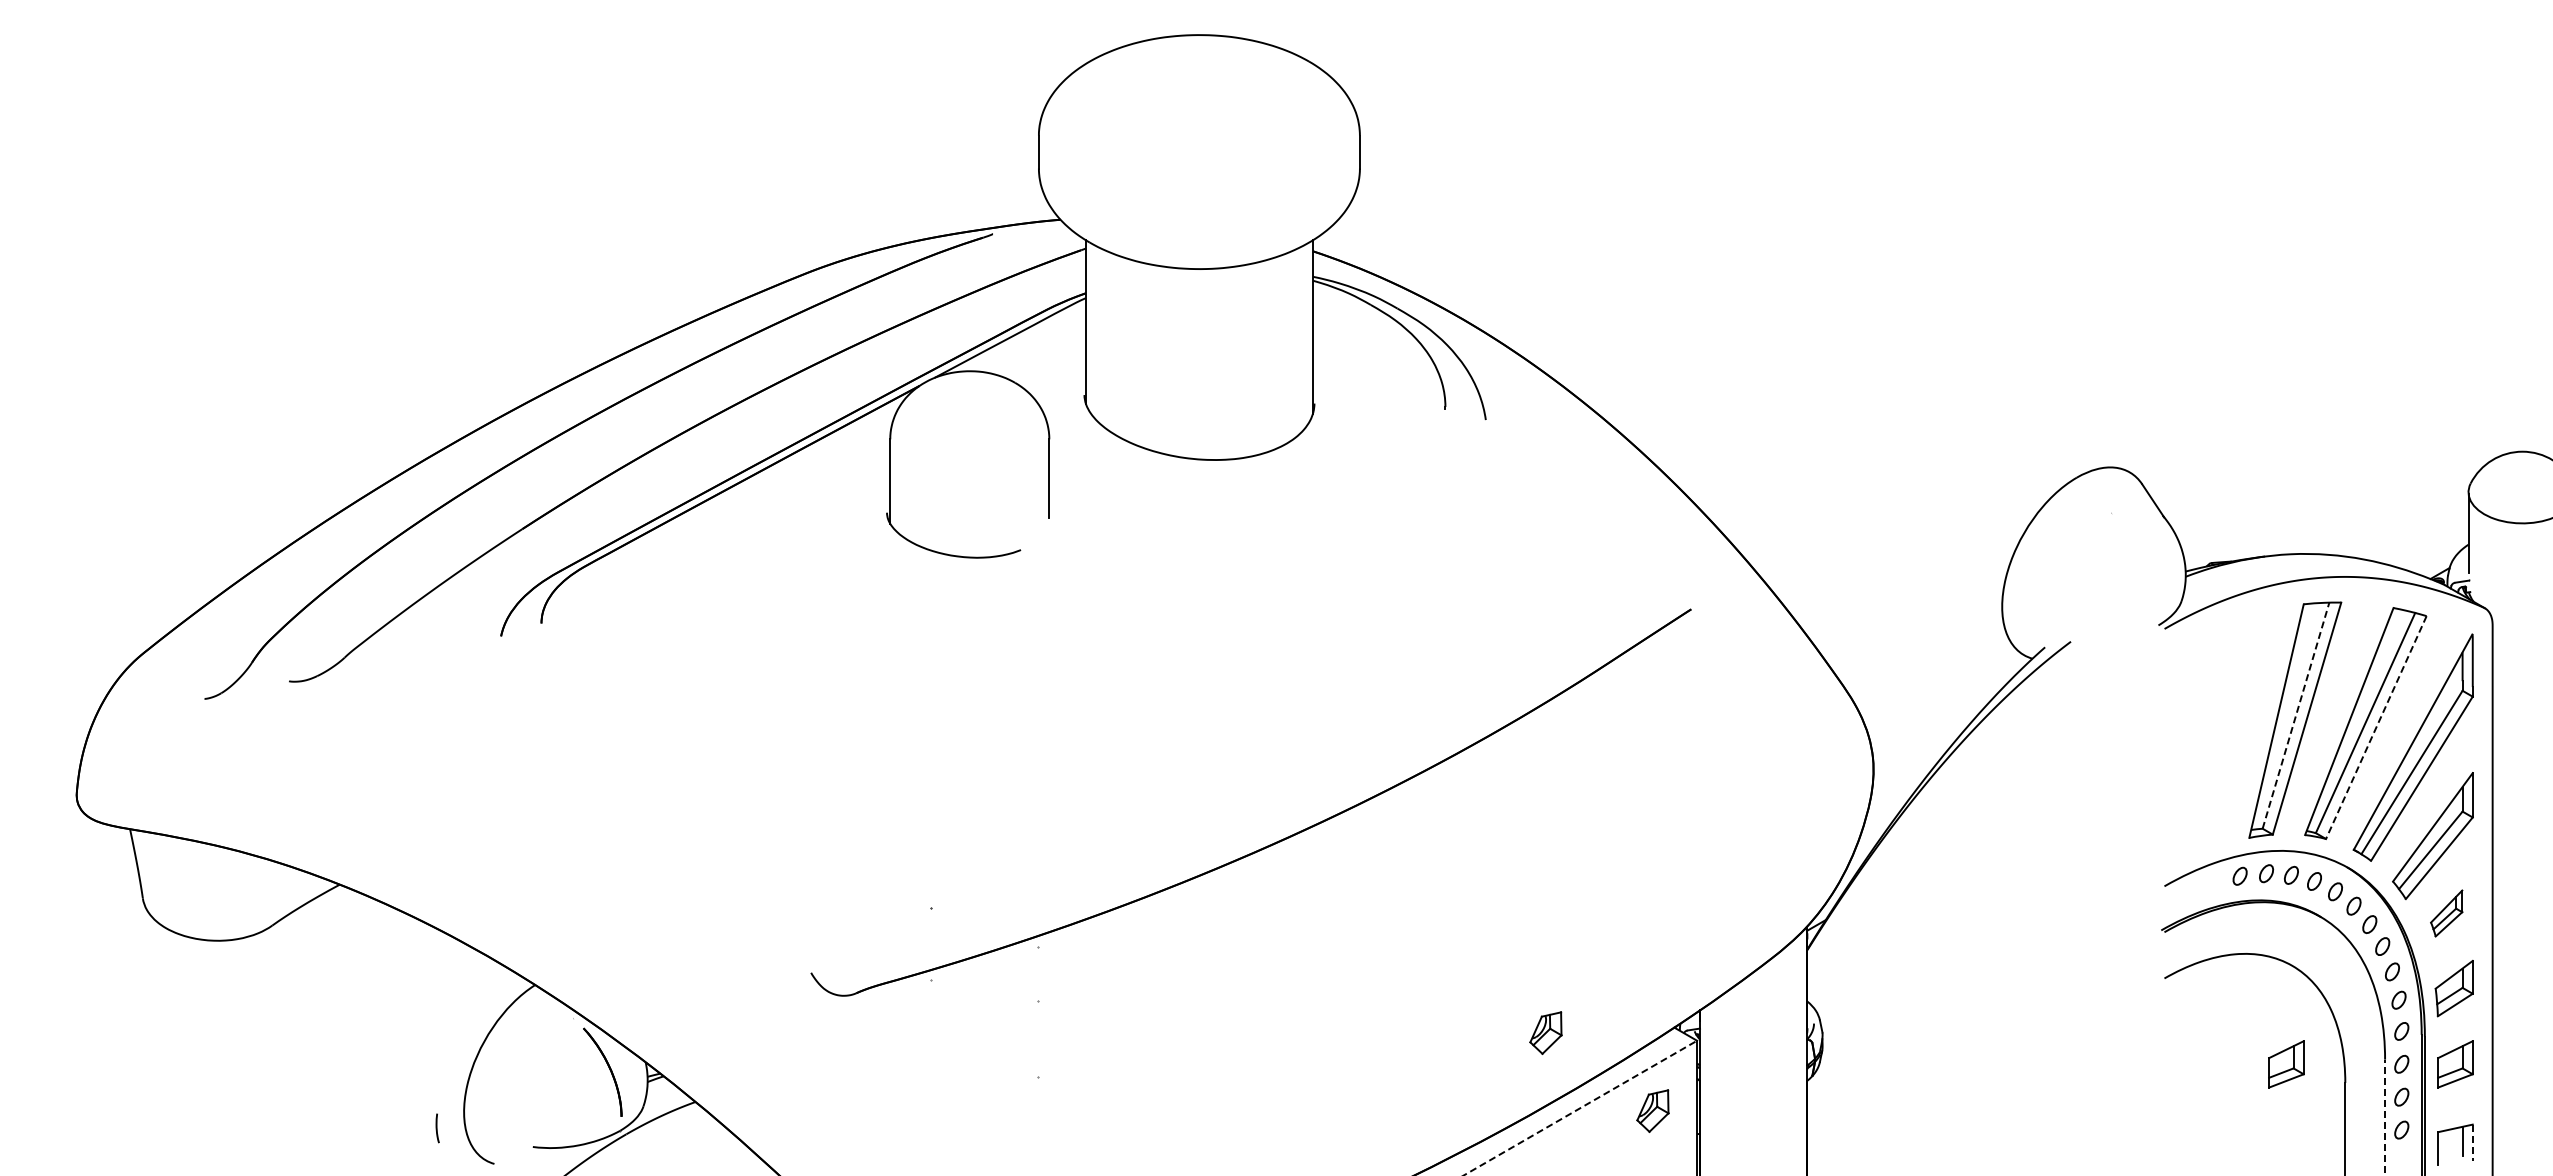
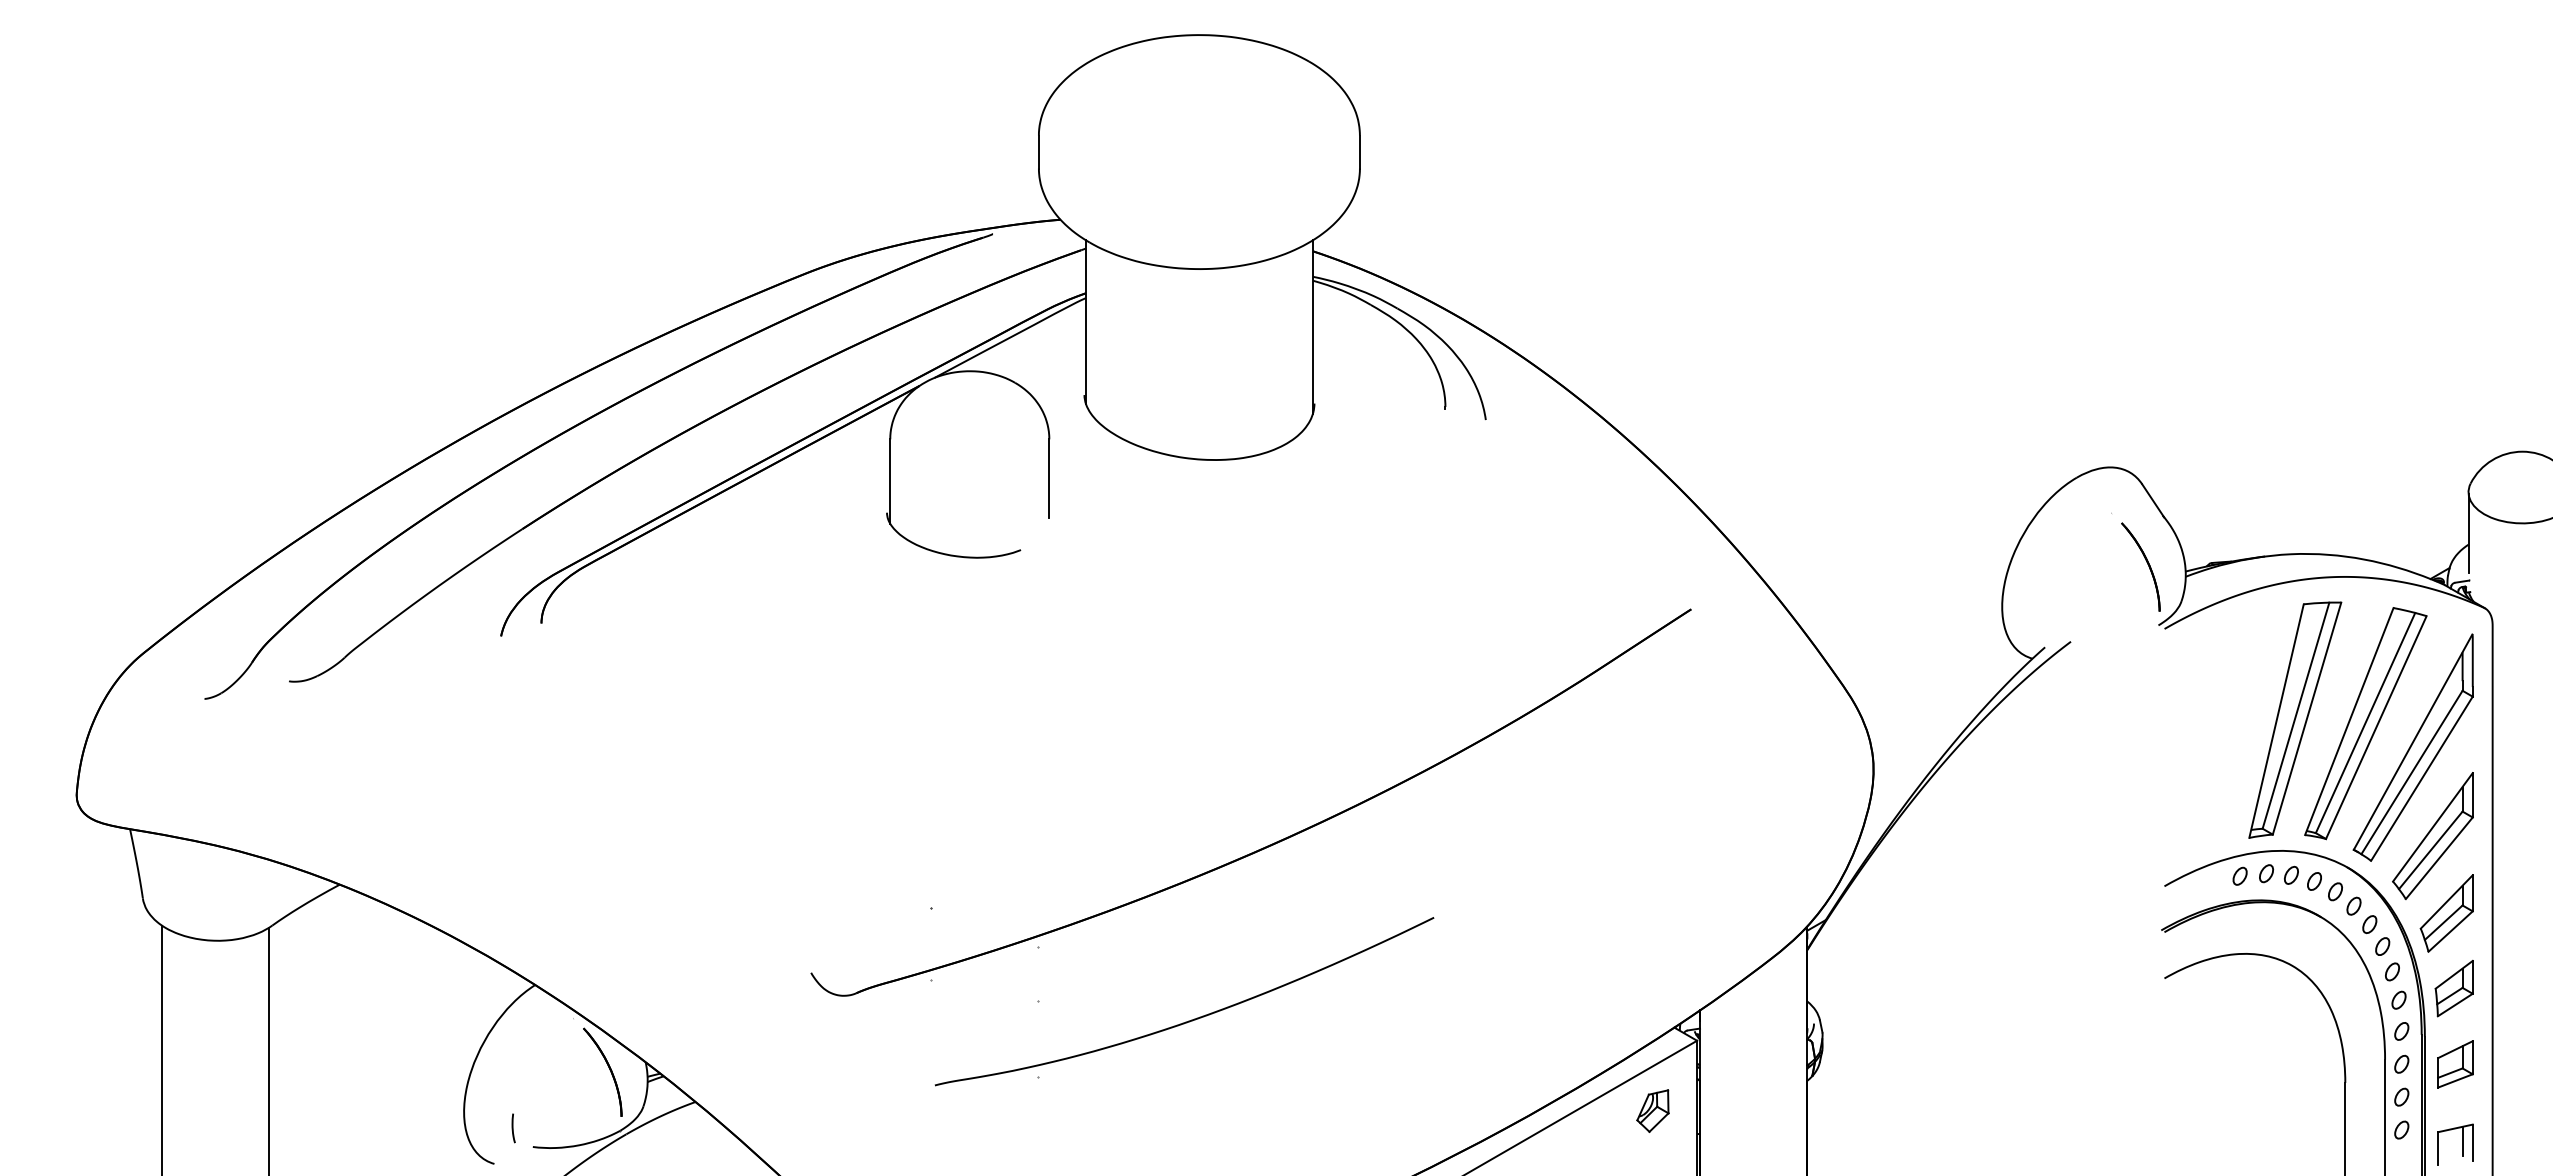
part at (2146, 562): none -> present
line at (2296, 715): dashed -> solid
line at (2376, 728): dashed -> solid
part at (2446, 913) size: 34x49 px -> 55x79 px
part at (1191, 1019): none -> present
part at (1545, 1032): present -> none
line at (161, 1048): none -> present
line at (268, 1049): none -> present
part at (2286, 1064): present -> none
line at (1580, 1108): dashed -> solid
line at (2385, 1117): dashed -> solid
line at (437, 1128) position: (437, 1128) -> (513, 1128)
line at (2472, 1143): dashed -> solid
